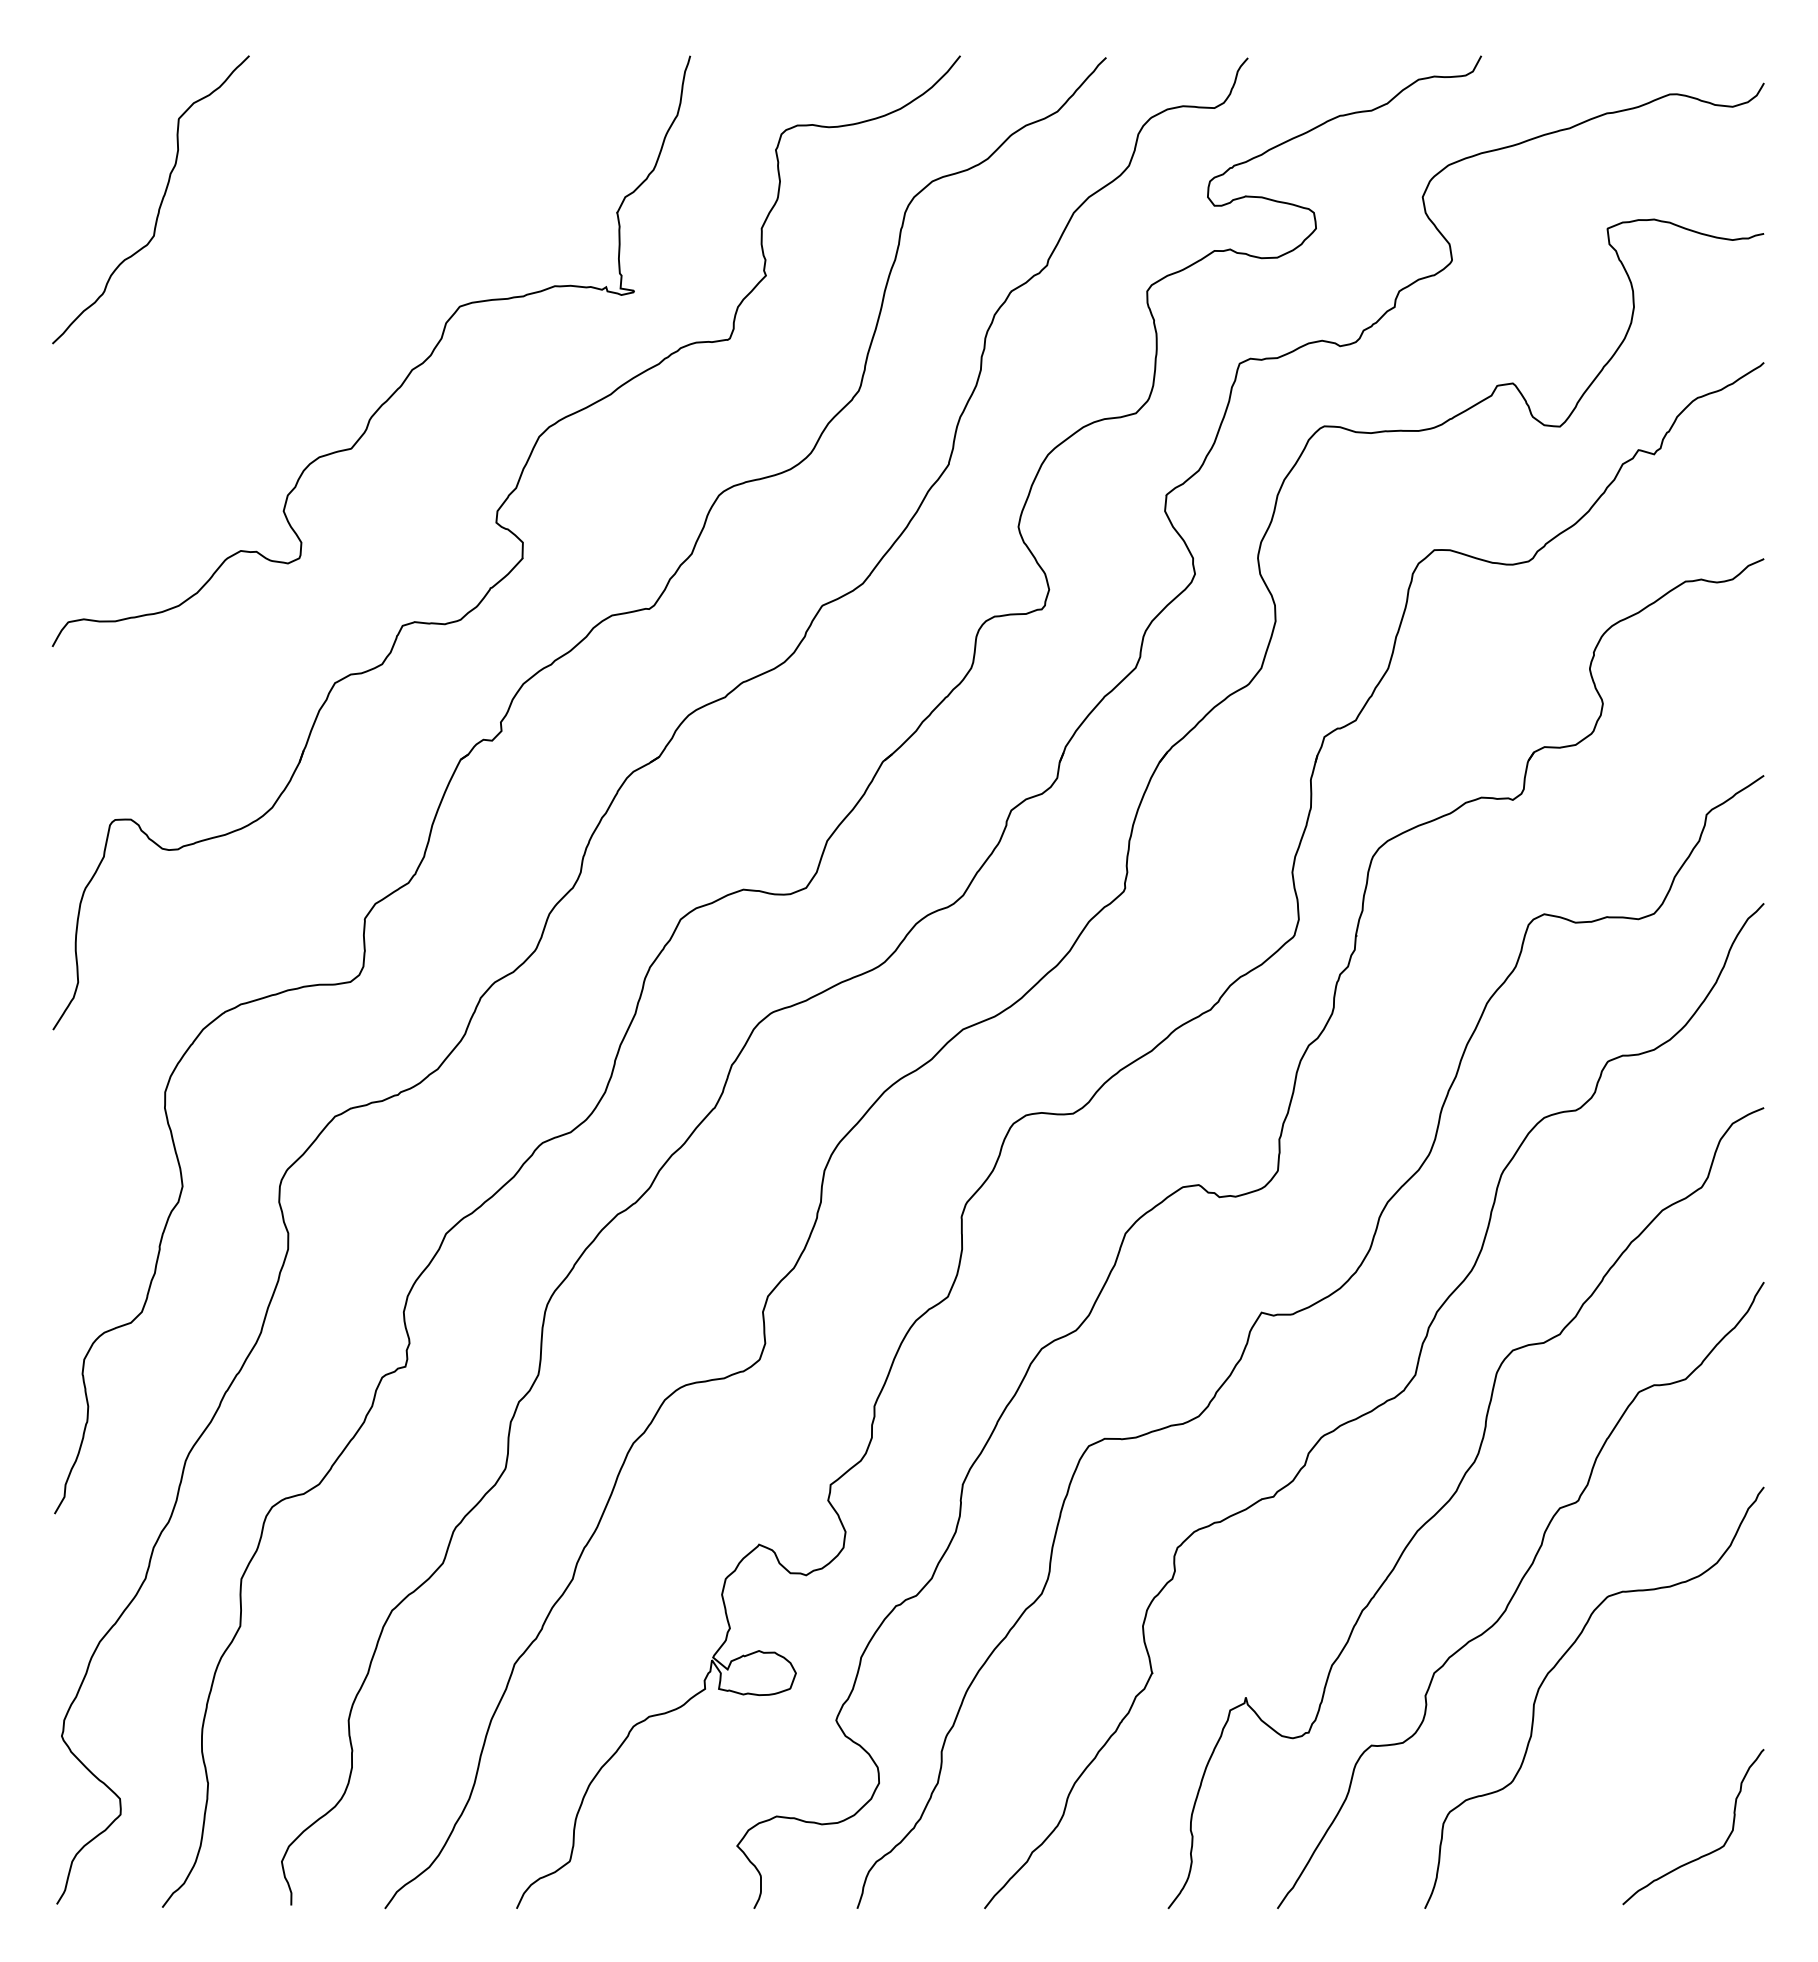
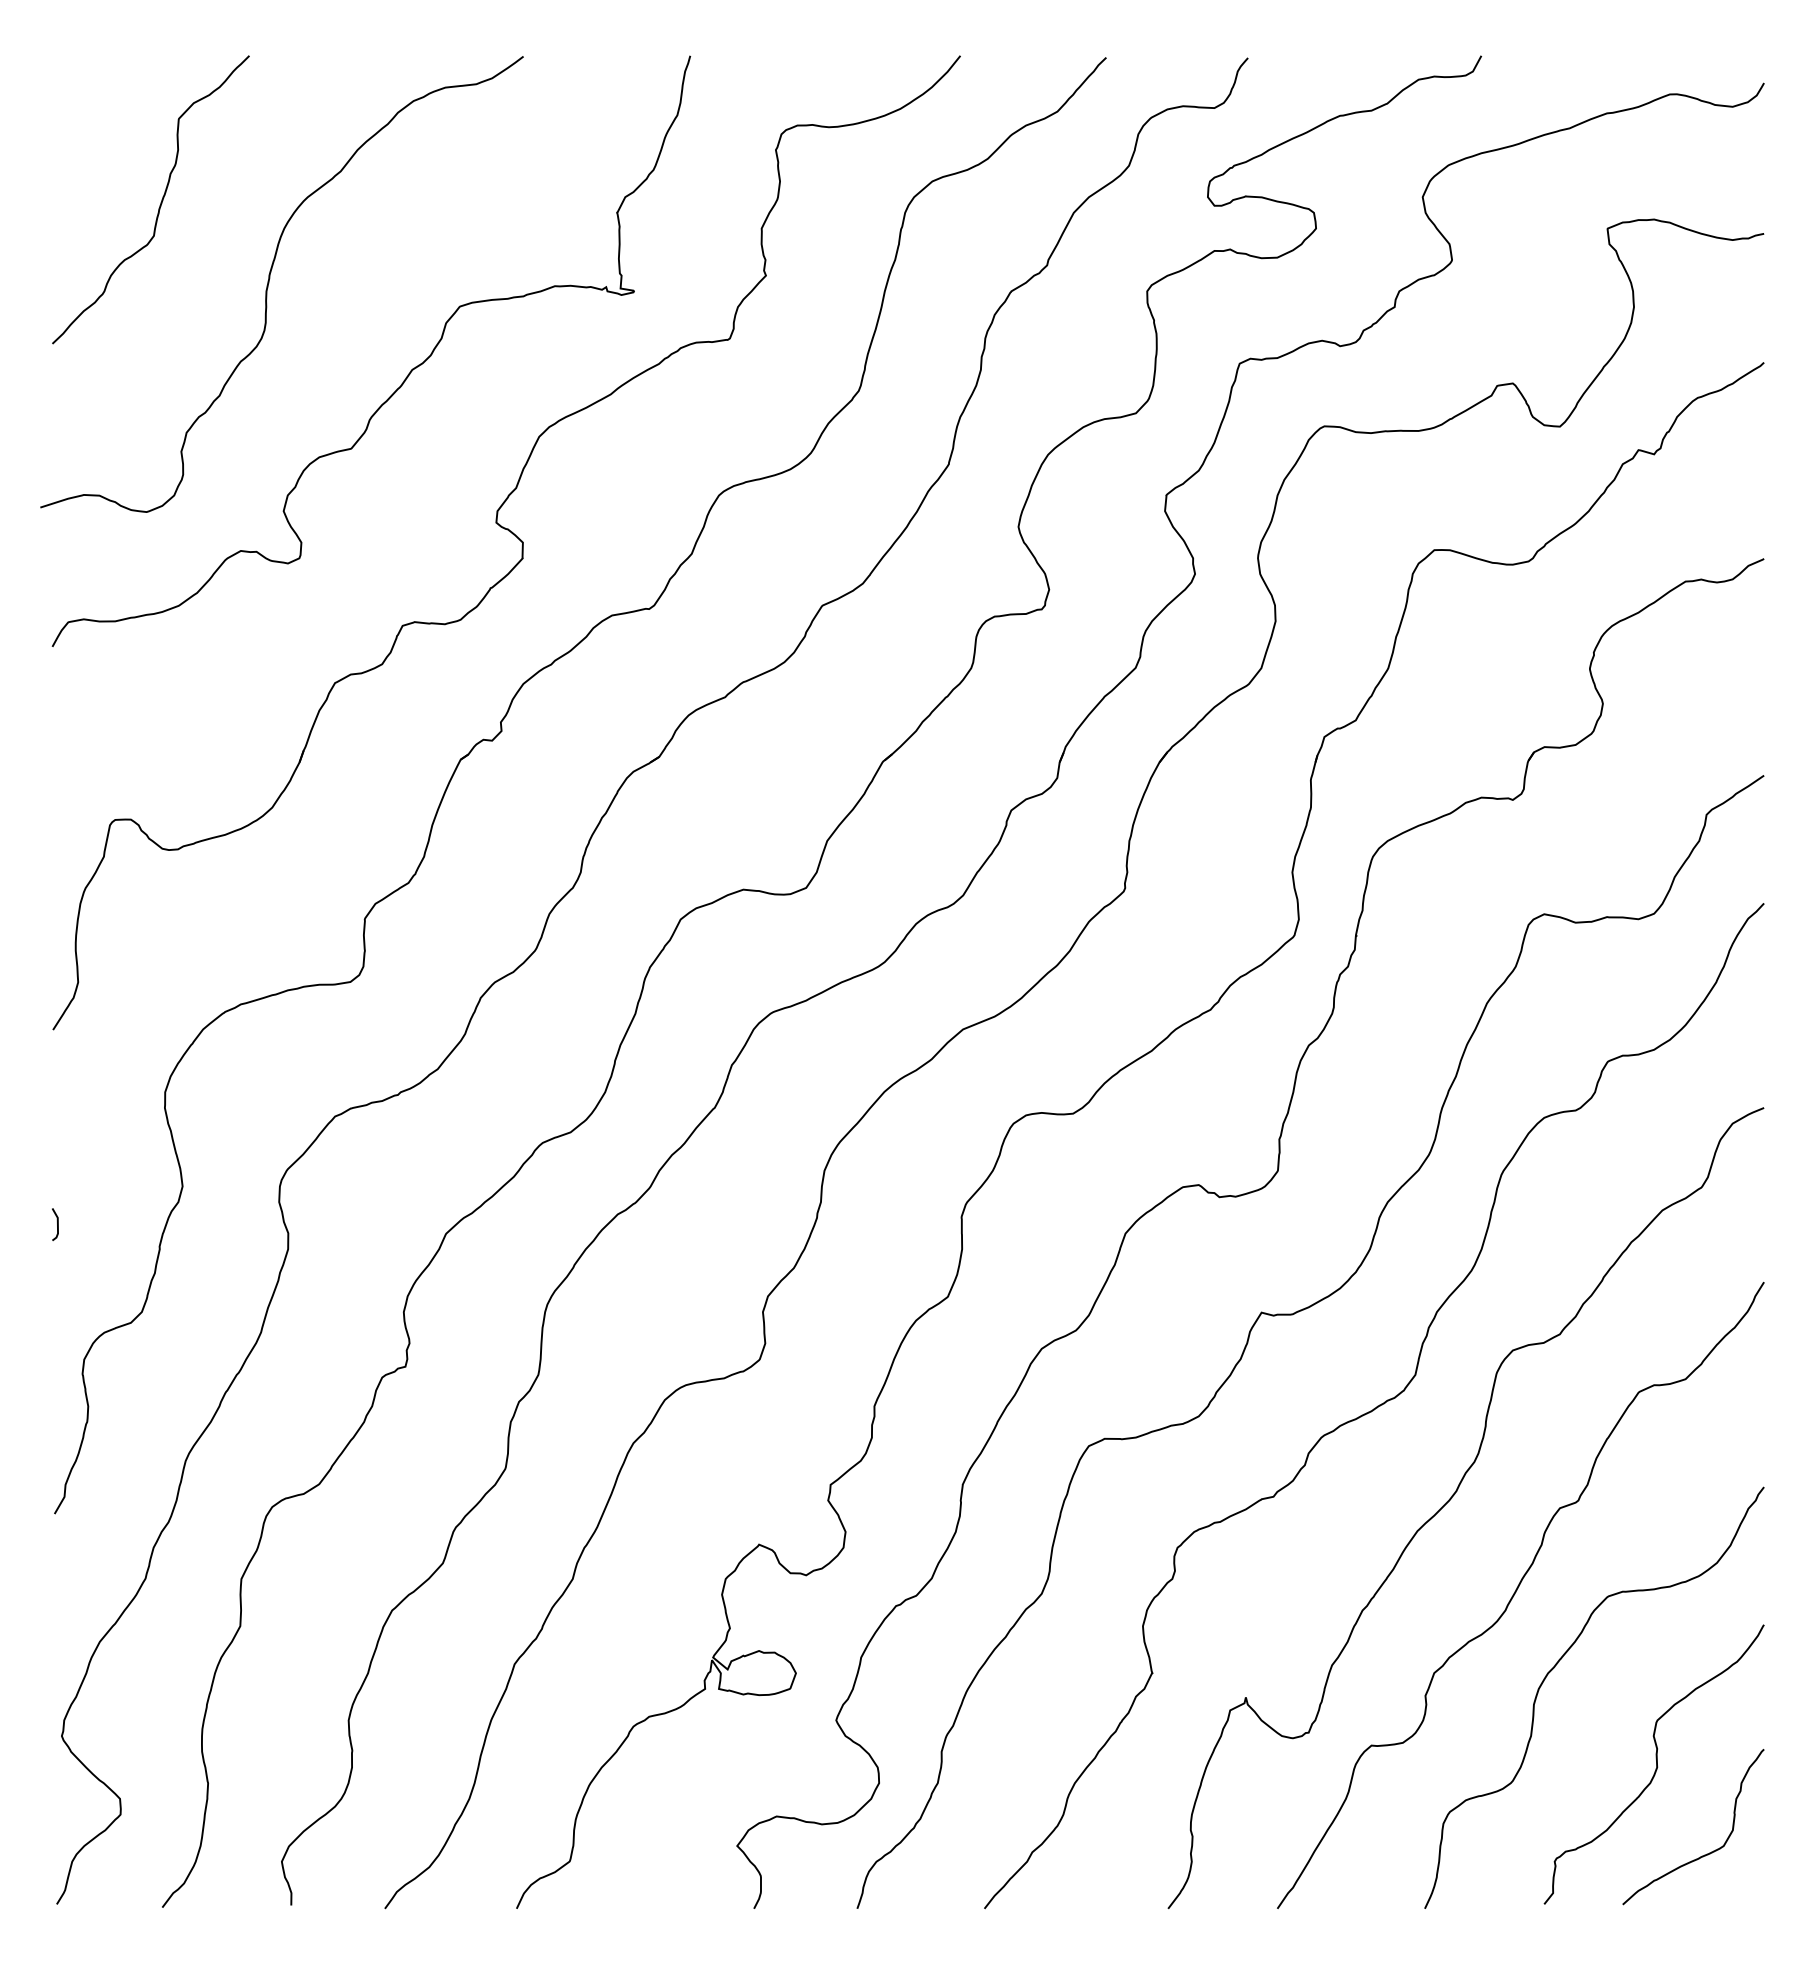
curve at (269, 283): none -> present
line at (57, 1224): none -> present
curve at (1656, 1764): none -> present
